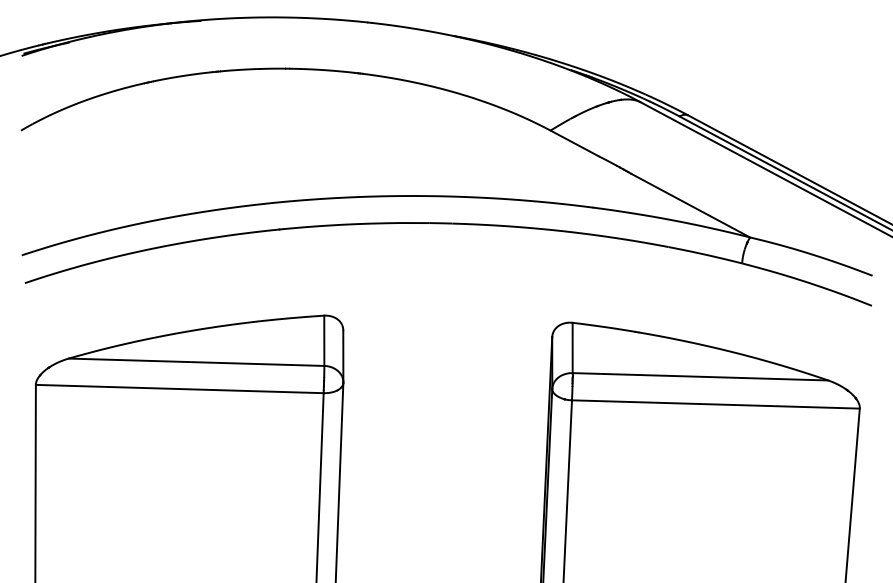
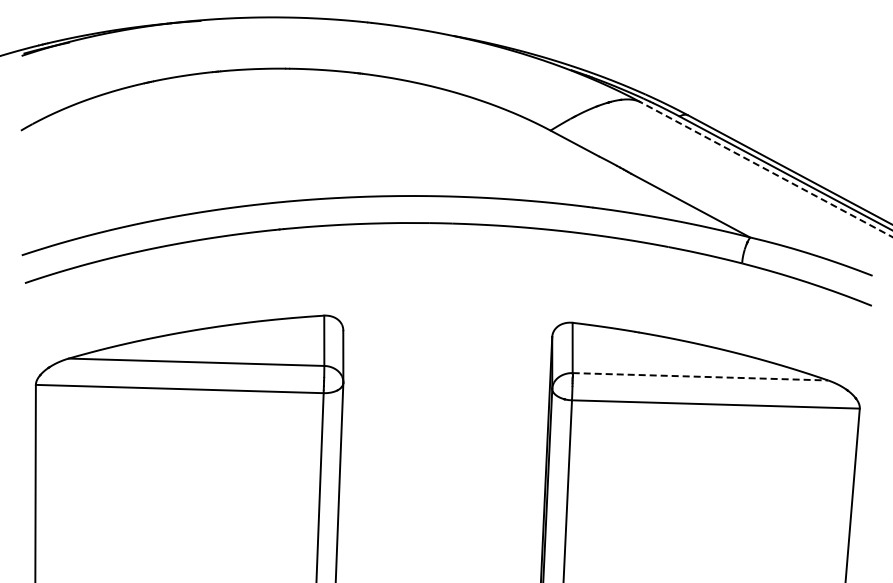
line at (766, 169): solid -> dashed
line at (700, 376): solid -> dashed
